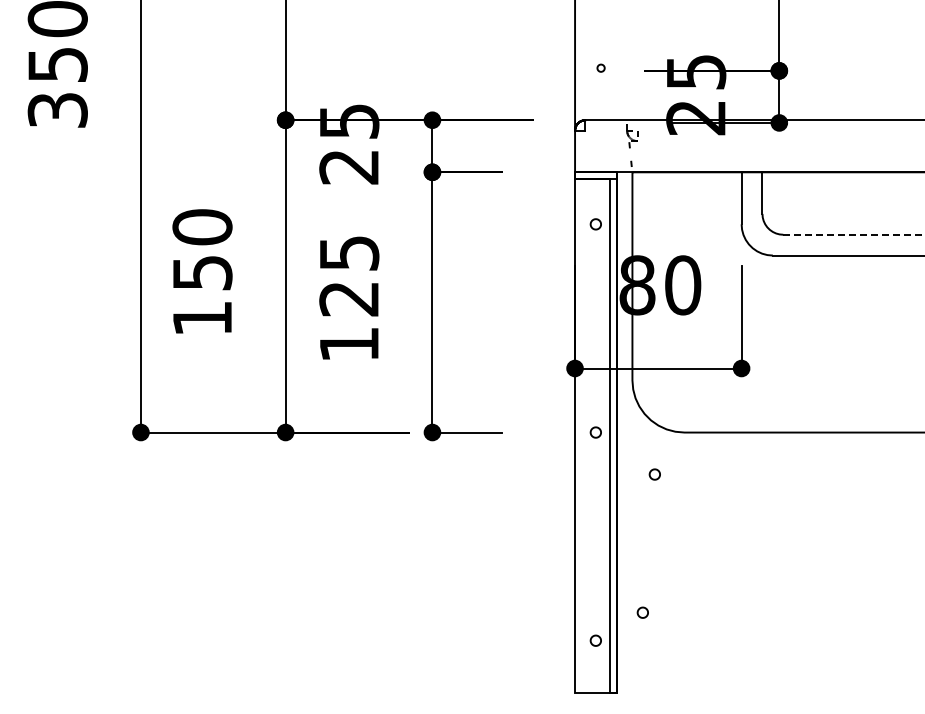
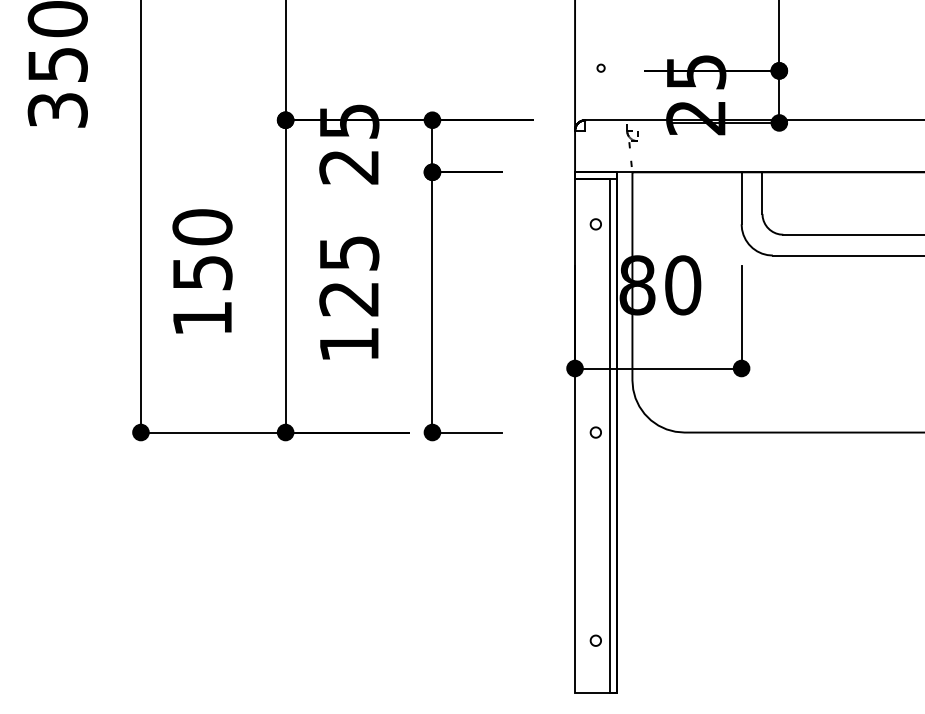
line at (854, 234): dashed -> solid
part at (654, 474): present -> none
part at (642, 612): present -> none
